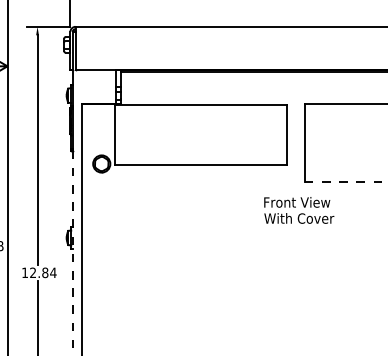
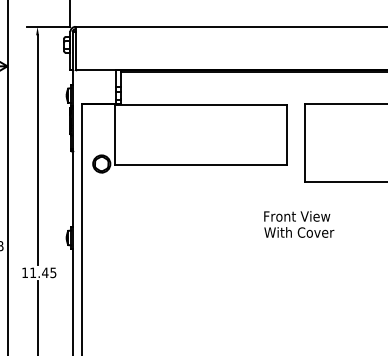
line at (346, 182): dashed -> solid
text at (299, 210) position: (299, 210) -> (299, 224)
line at (72, 253): dashed -> solid
text at (43, 272): 12.84 -> 11.45
